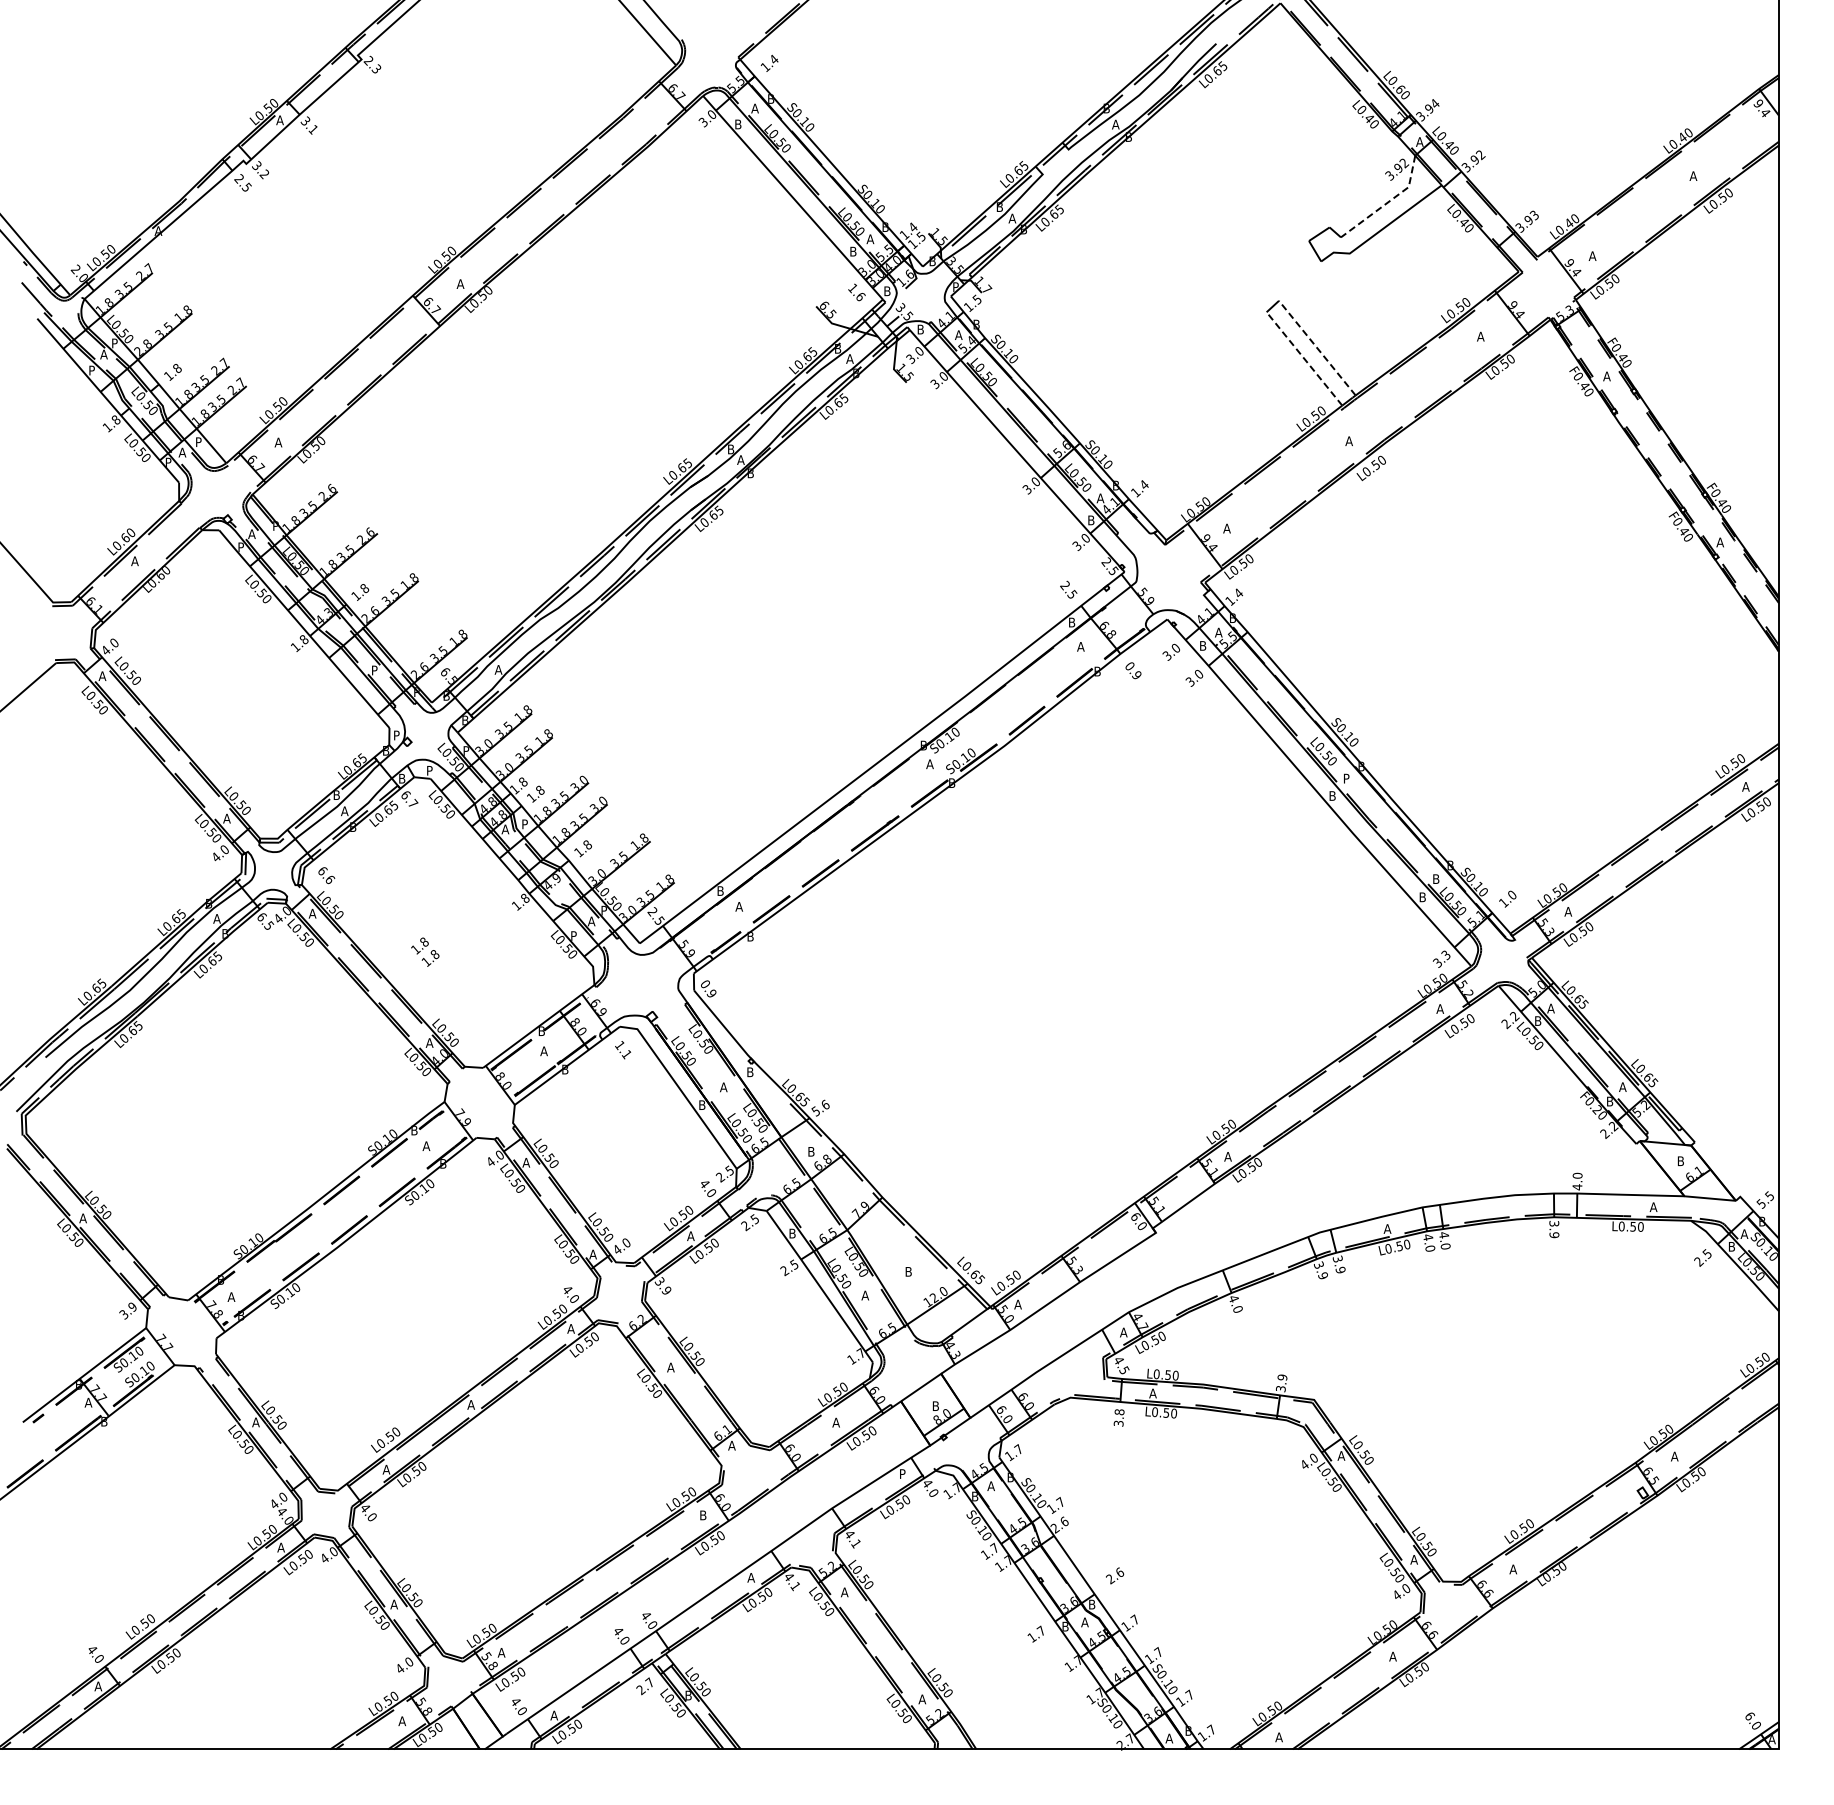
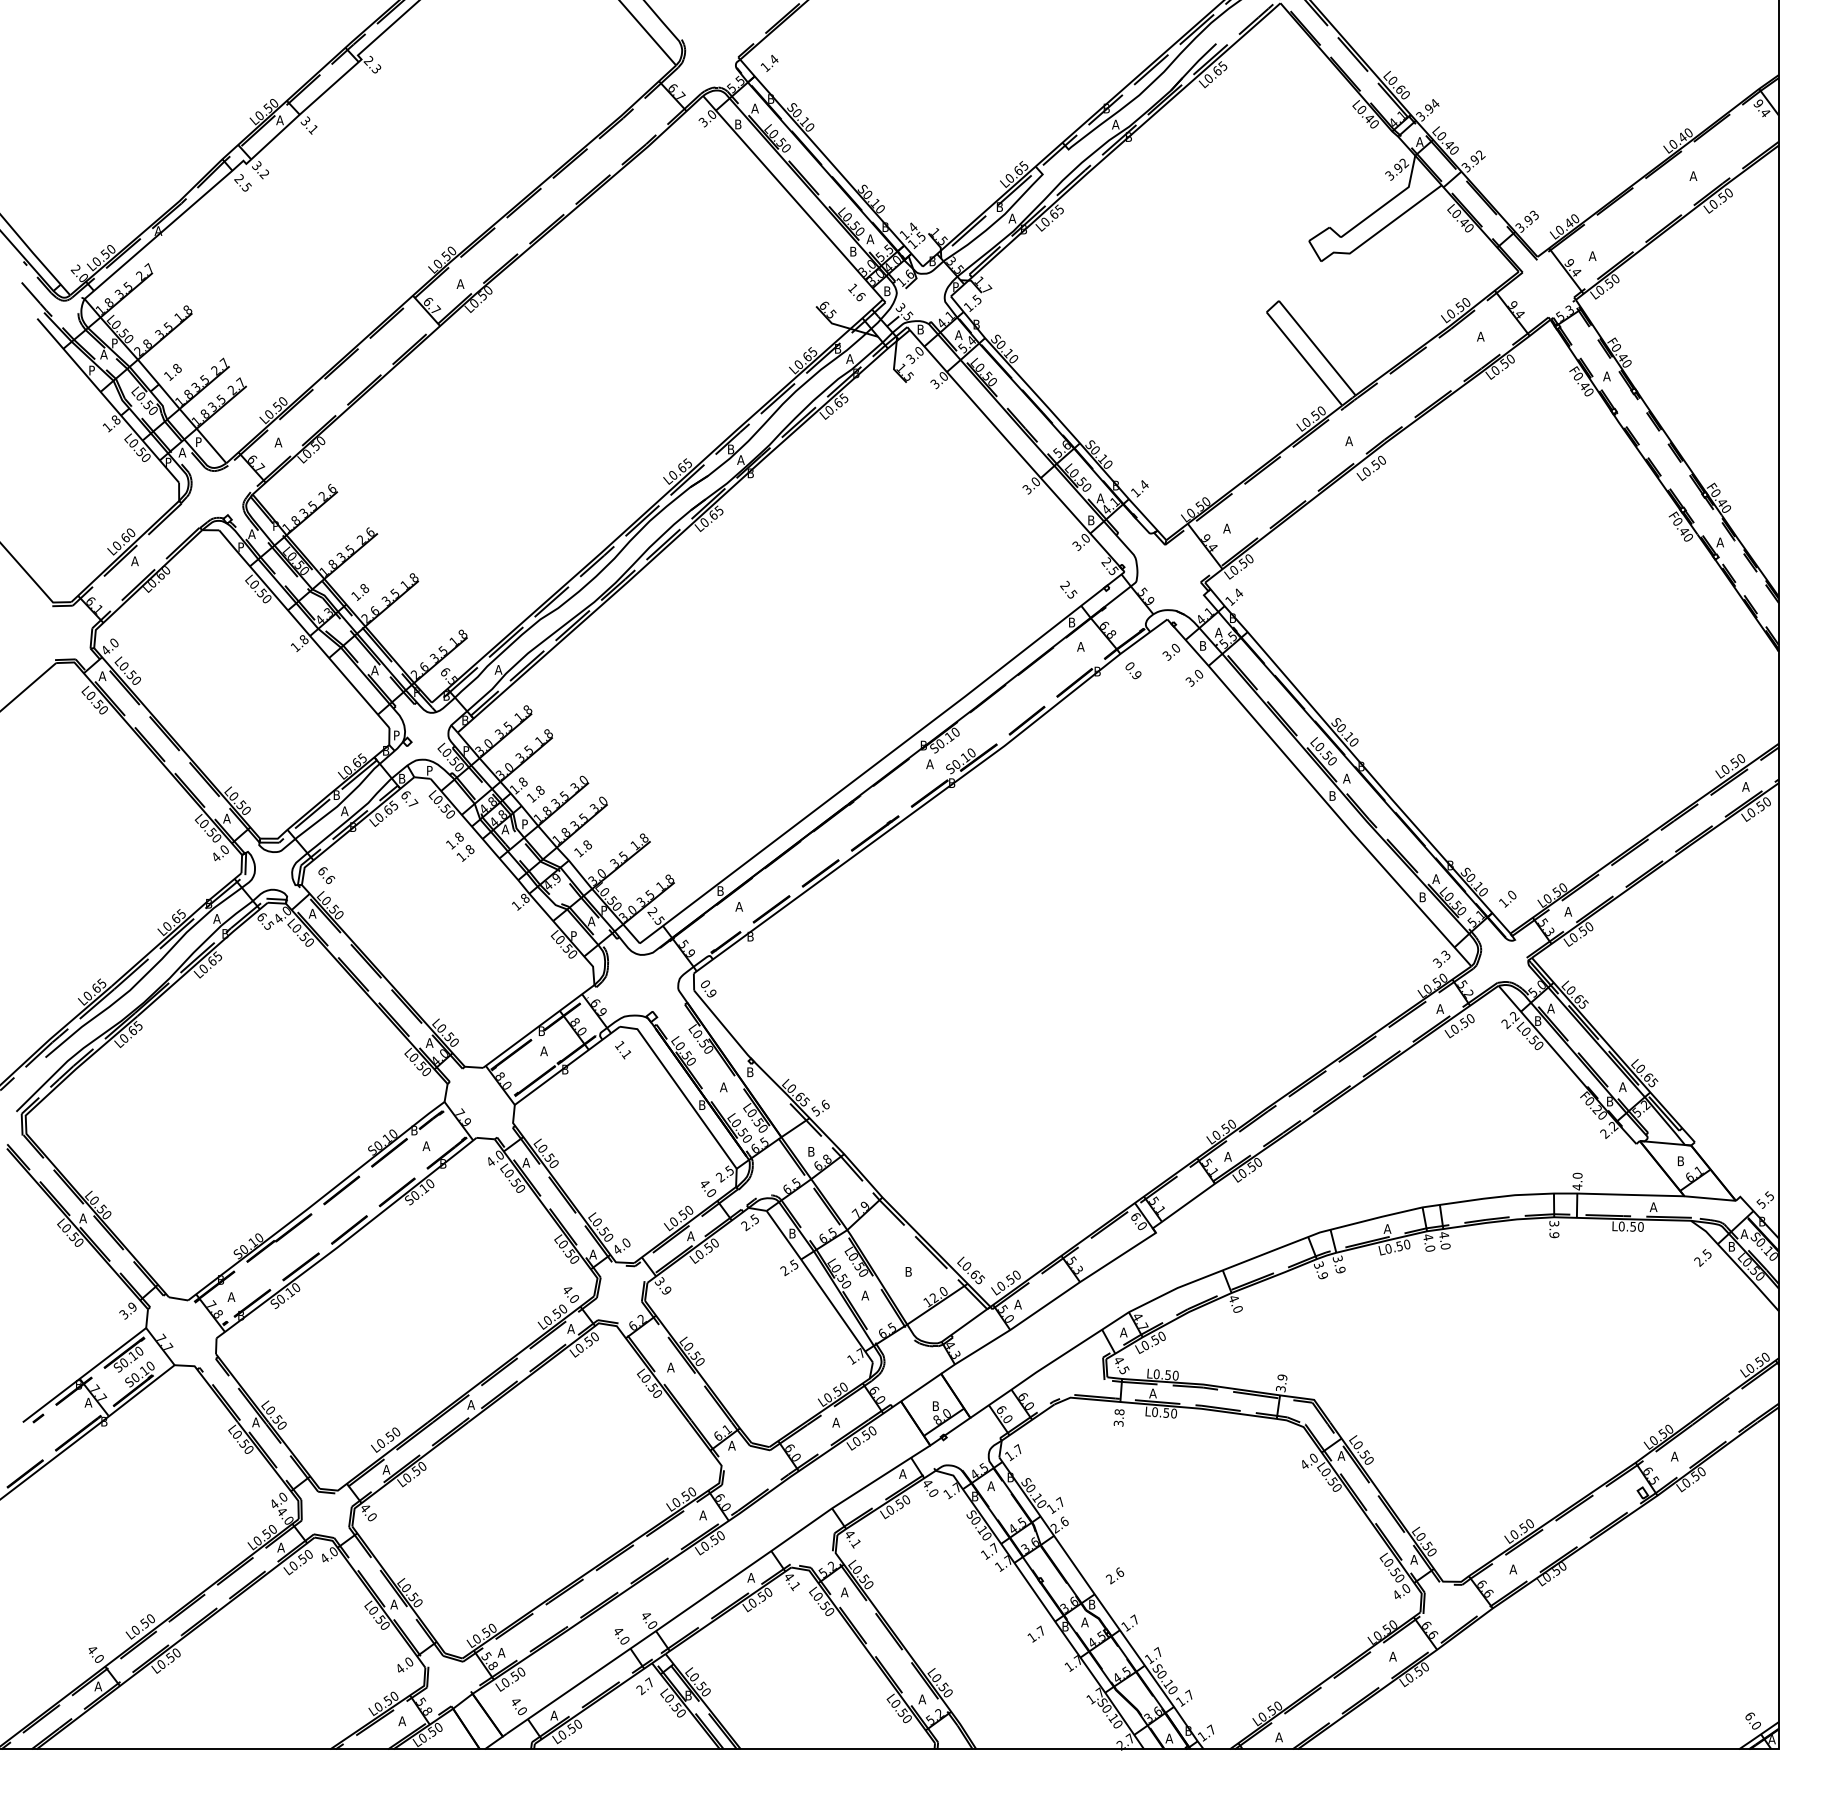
line at (1388, 202): dashed -> solid
line at (1317, 348): dashed -> solid
line at (1304, 358): dashed -> solid
text at (374, 670): P -> A
text at (1346, 778): P -> A
text at (1435, 878): B -> A
text at (425, 951) position: (425, 951) -> (460, 846)
text at (902, 1473): P -> A
text at (702, 1515): B -> A
